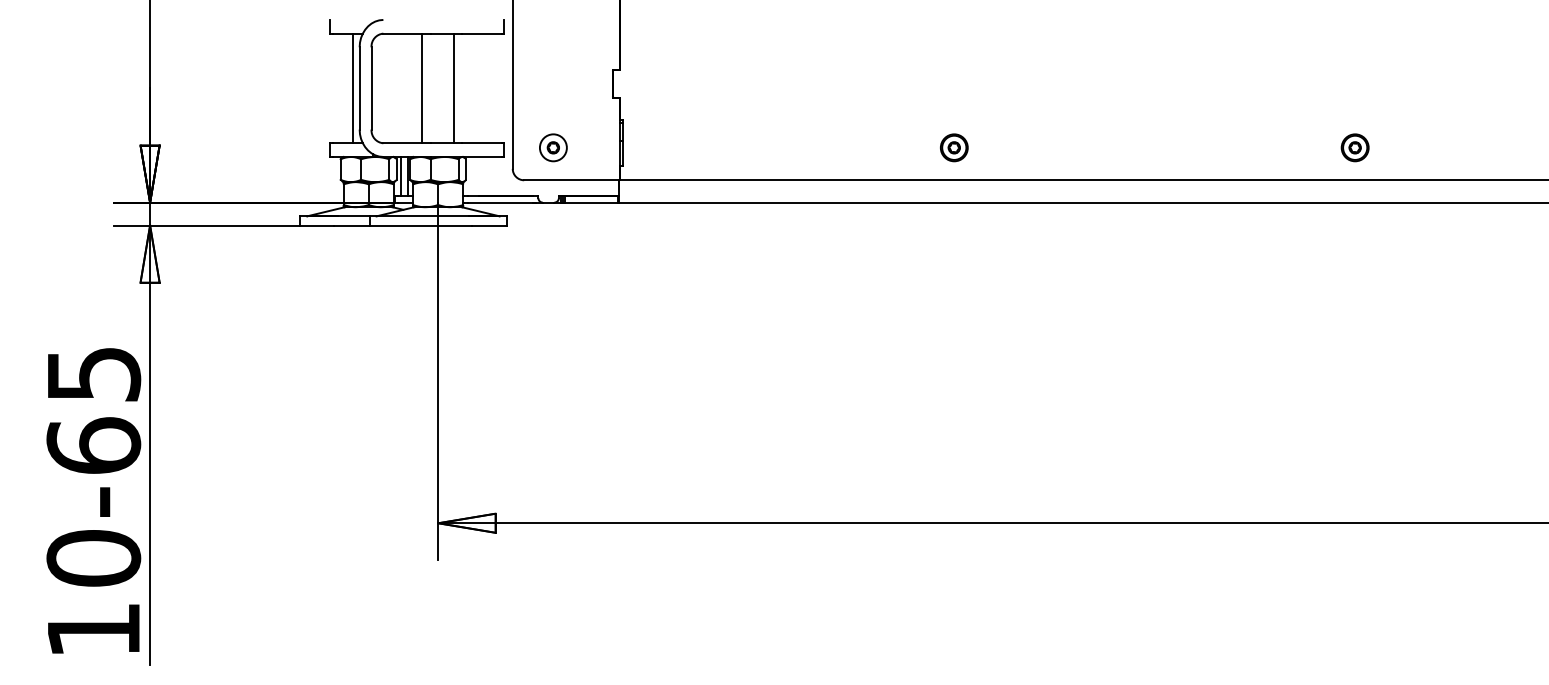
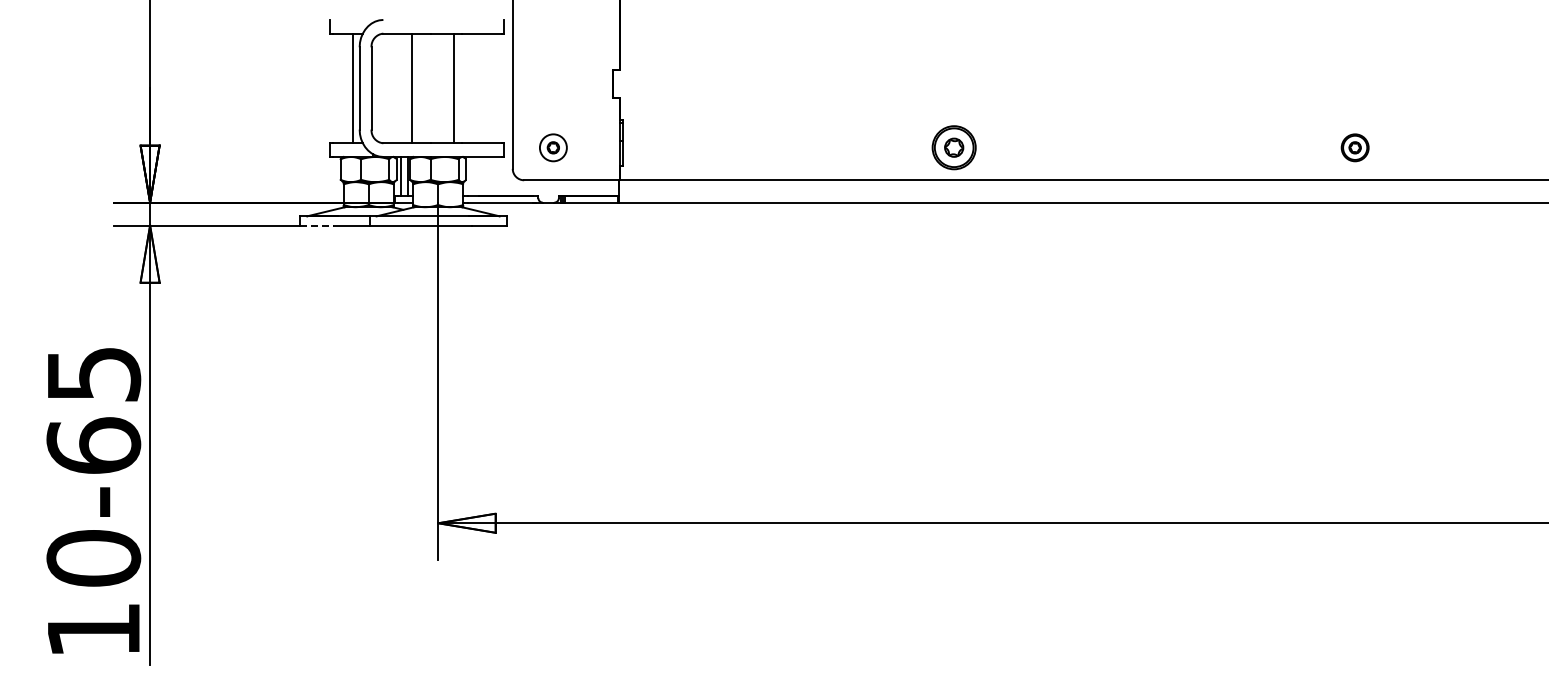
line at (422, 88) position: (422, 88) -> (412, 88)
part at (954, 147) size: 29x30 px -> 46x46 px
line at (317, 225): solid -> dashed
